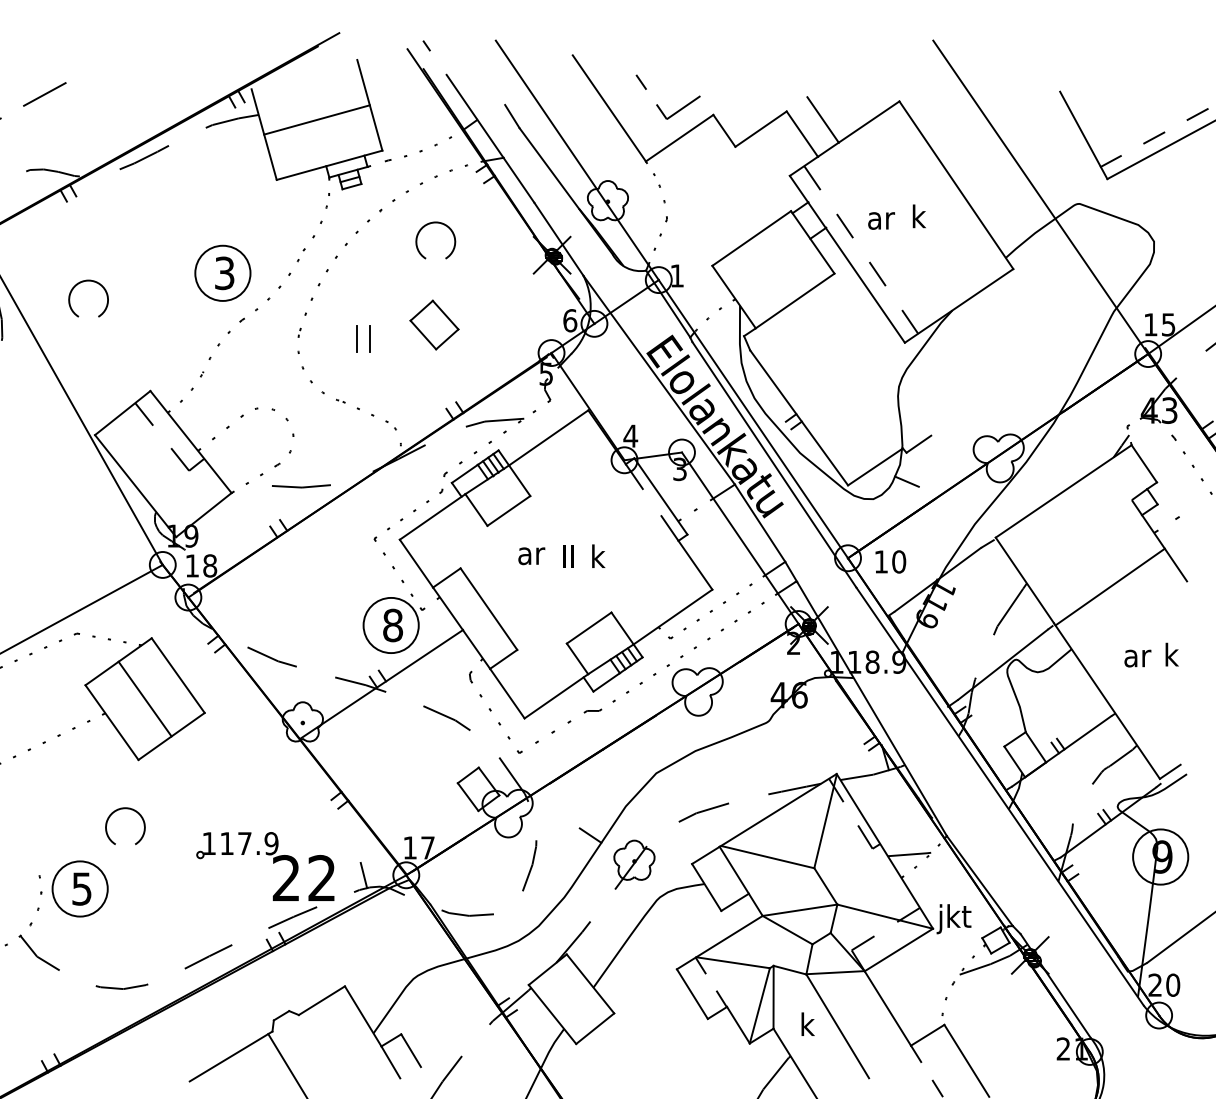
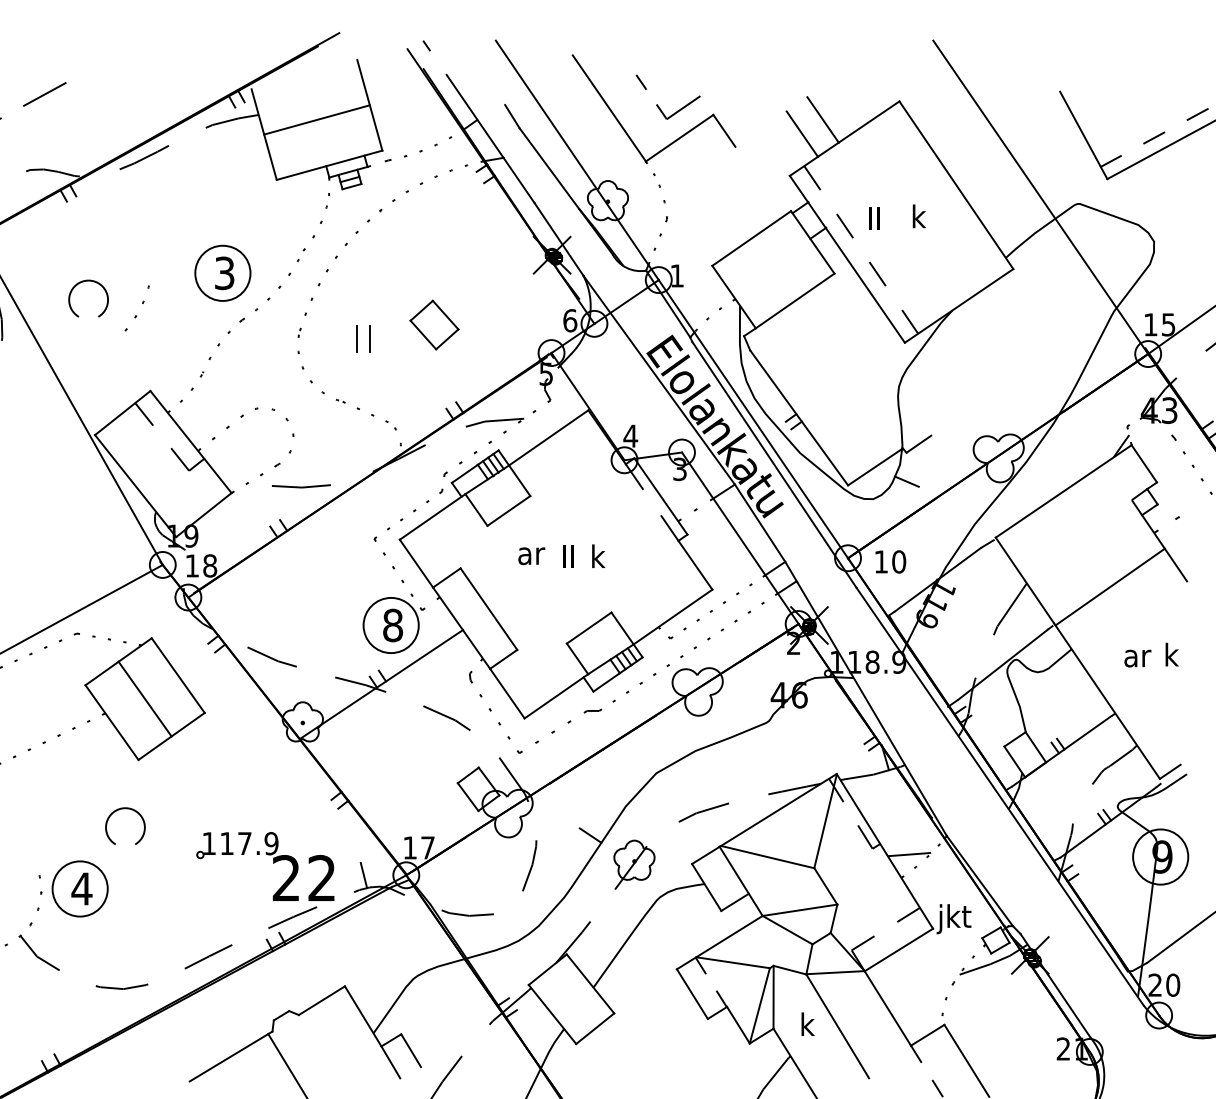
line at (760, 128): present -> none
text at (881, 218): ar -> II
part at (430, 224): present -> none
arc at (136, 315): none -> present
text at (81, 888): 5 -> 4
line at (885, 916): present -> none
